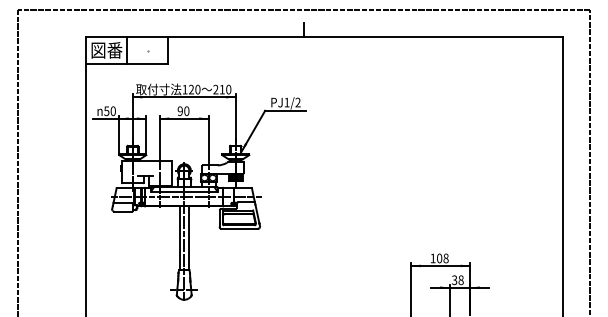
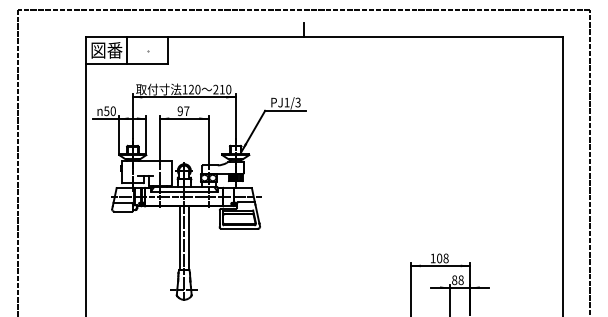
text at (297, 103): PJ1/2 -> PJ1/3
text at (186, 111): 90 -> 97
text at (454, 279): 38 -> 88
